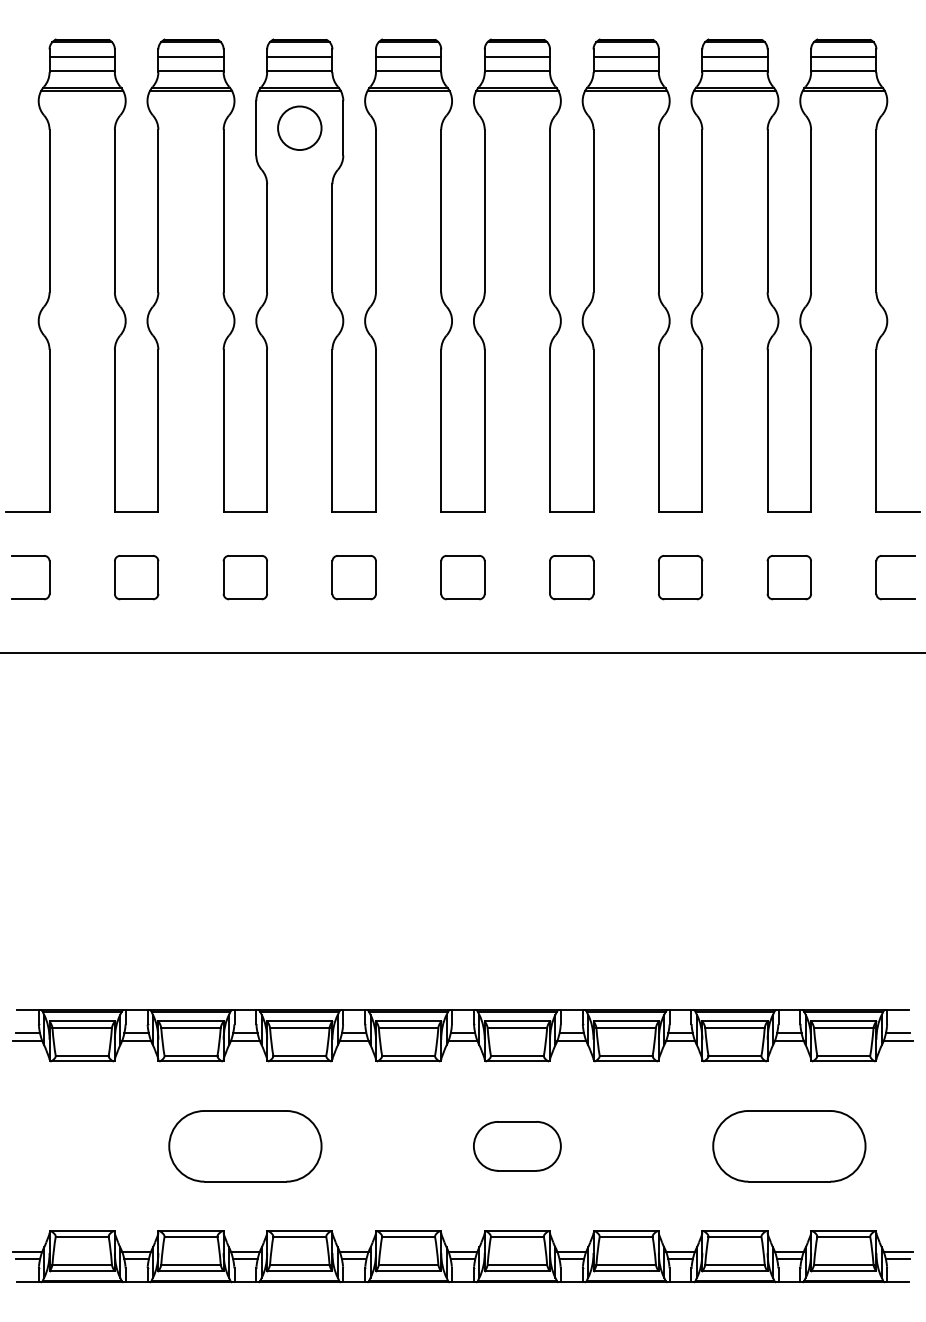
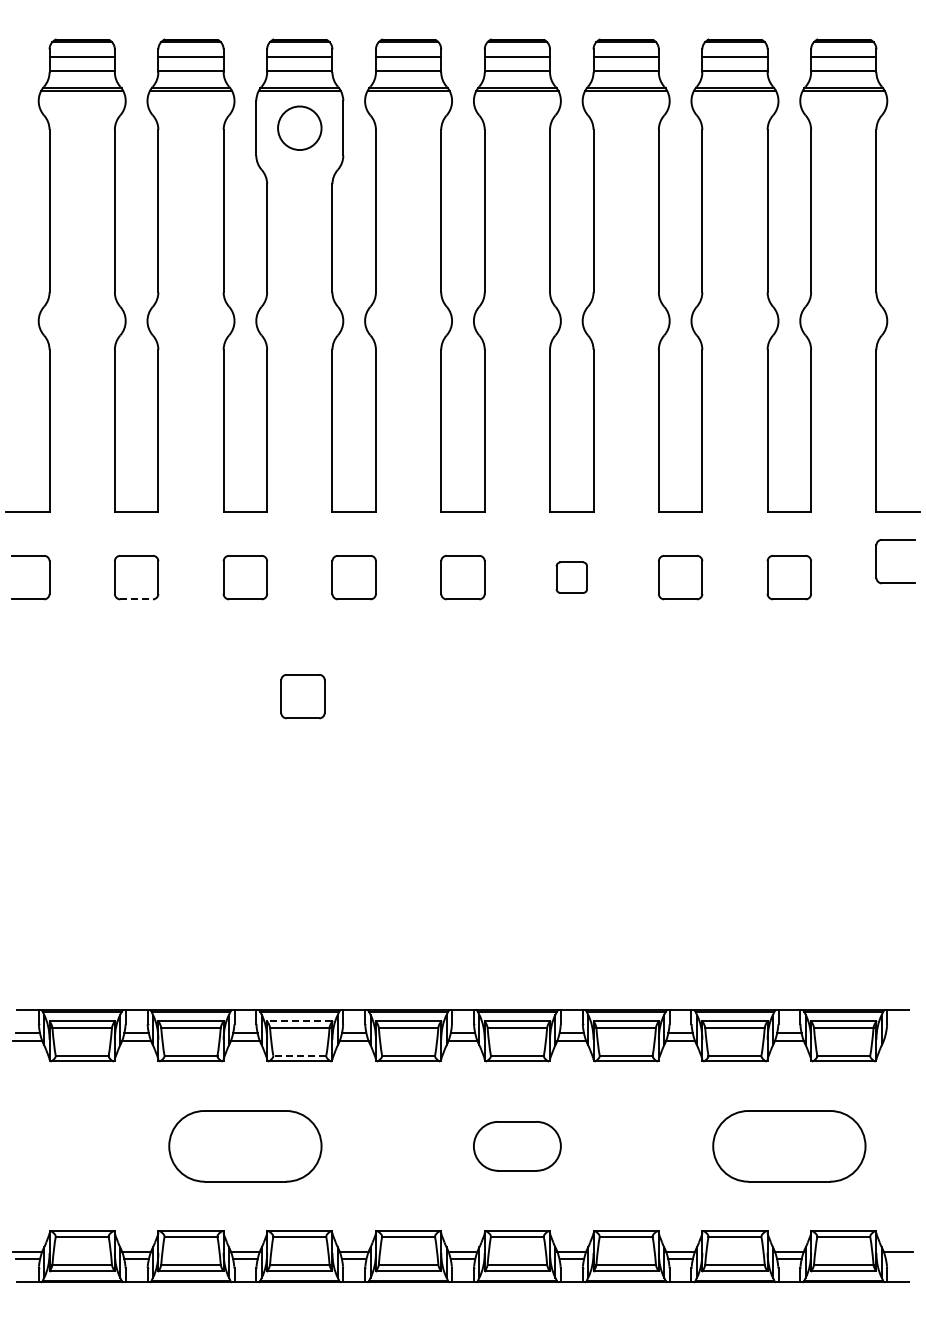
part at (571, 577) size: 46x46 px -> 33x33 px
part at (876, 577) position: (876, 577) -> (876, 561)
line at (137, 599): solid -> dashed
line at (462, 652): present -> none
part at (302, 696): none -> present
line at (299, 1021): solid -> dashed
line at (897, 1033): present -> none
line at (897, 1040): present -> none
line at (299, 1055): solid -> dashed
line at (897, 1259): present -> none
